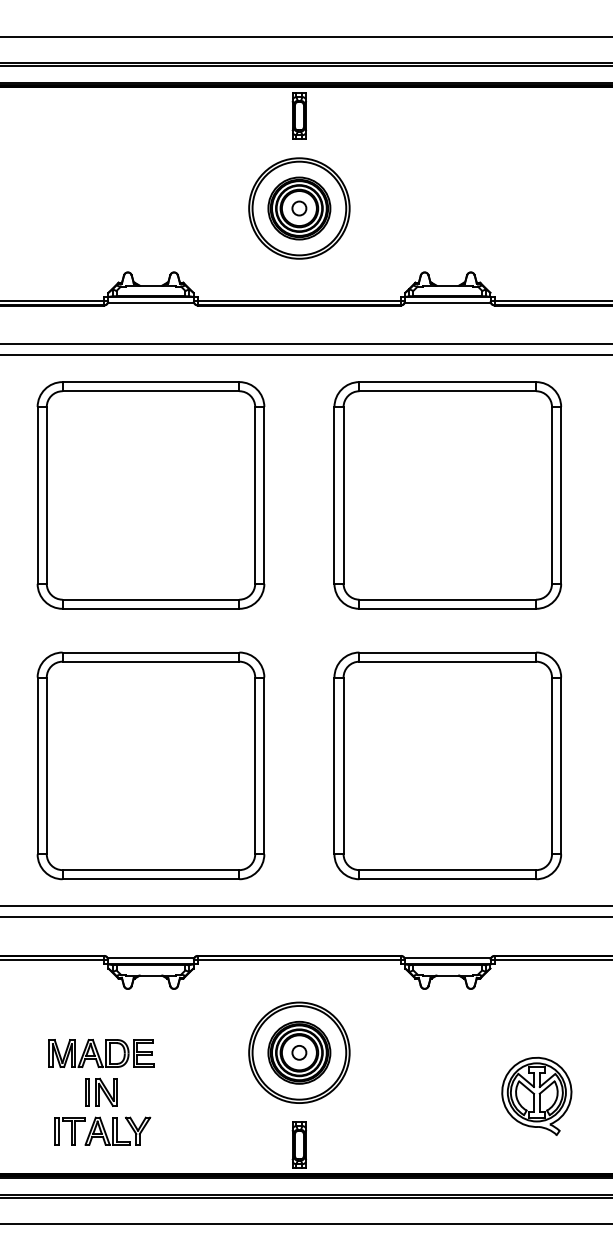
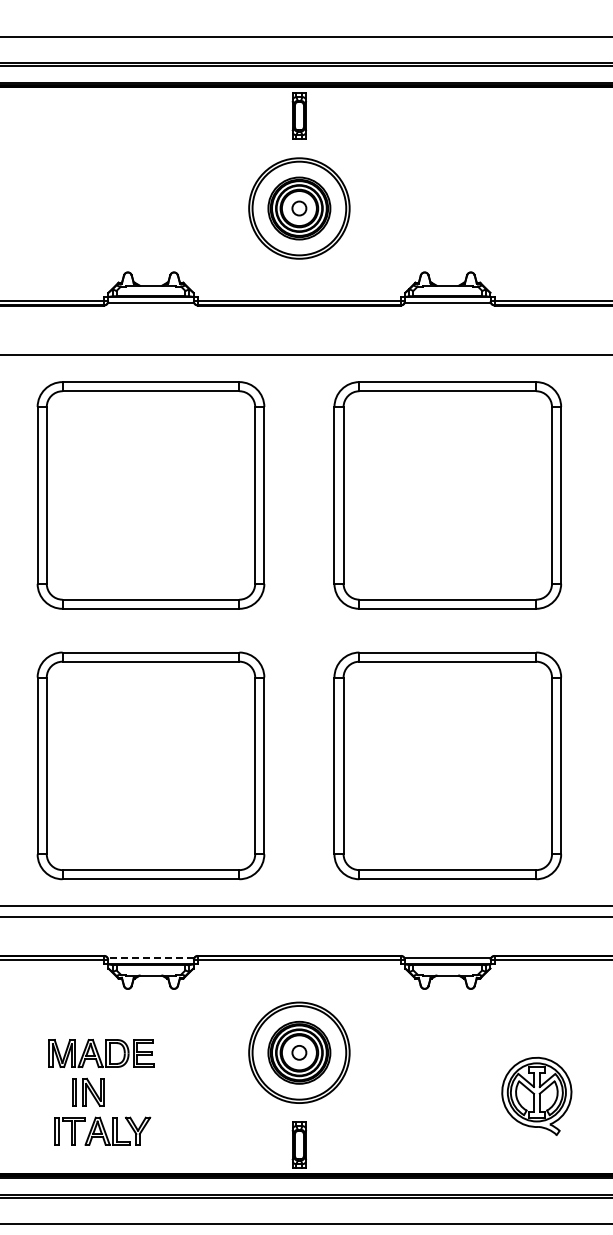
line at (305, 344): present -> none
line at (150, 958): solid -> dashed
part at (101, 1091) position: (101, 1091) -> (88, 1091)
